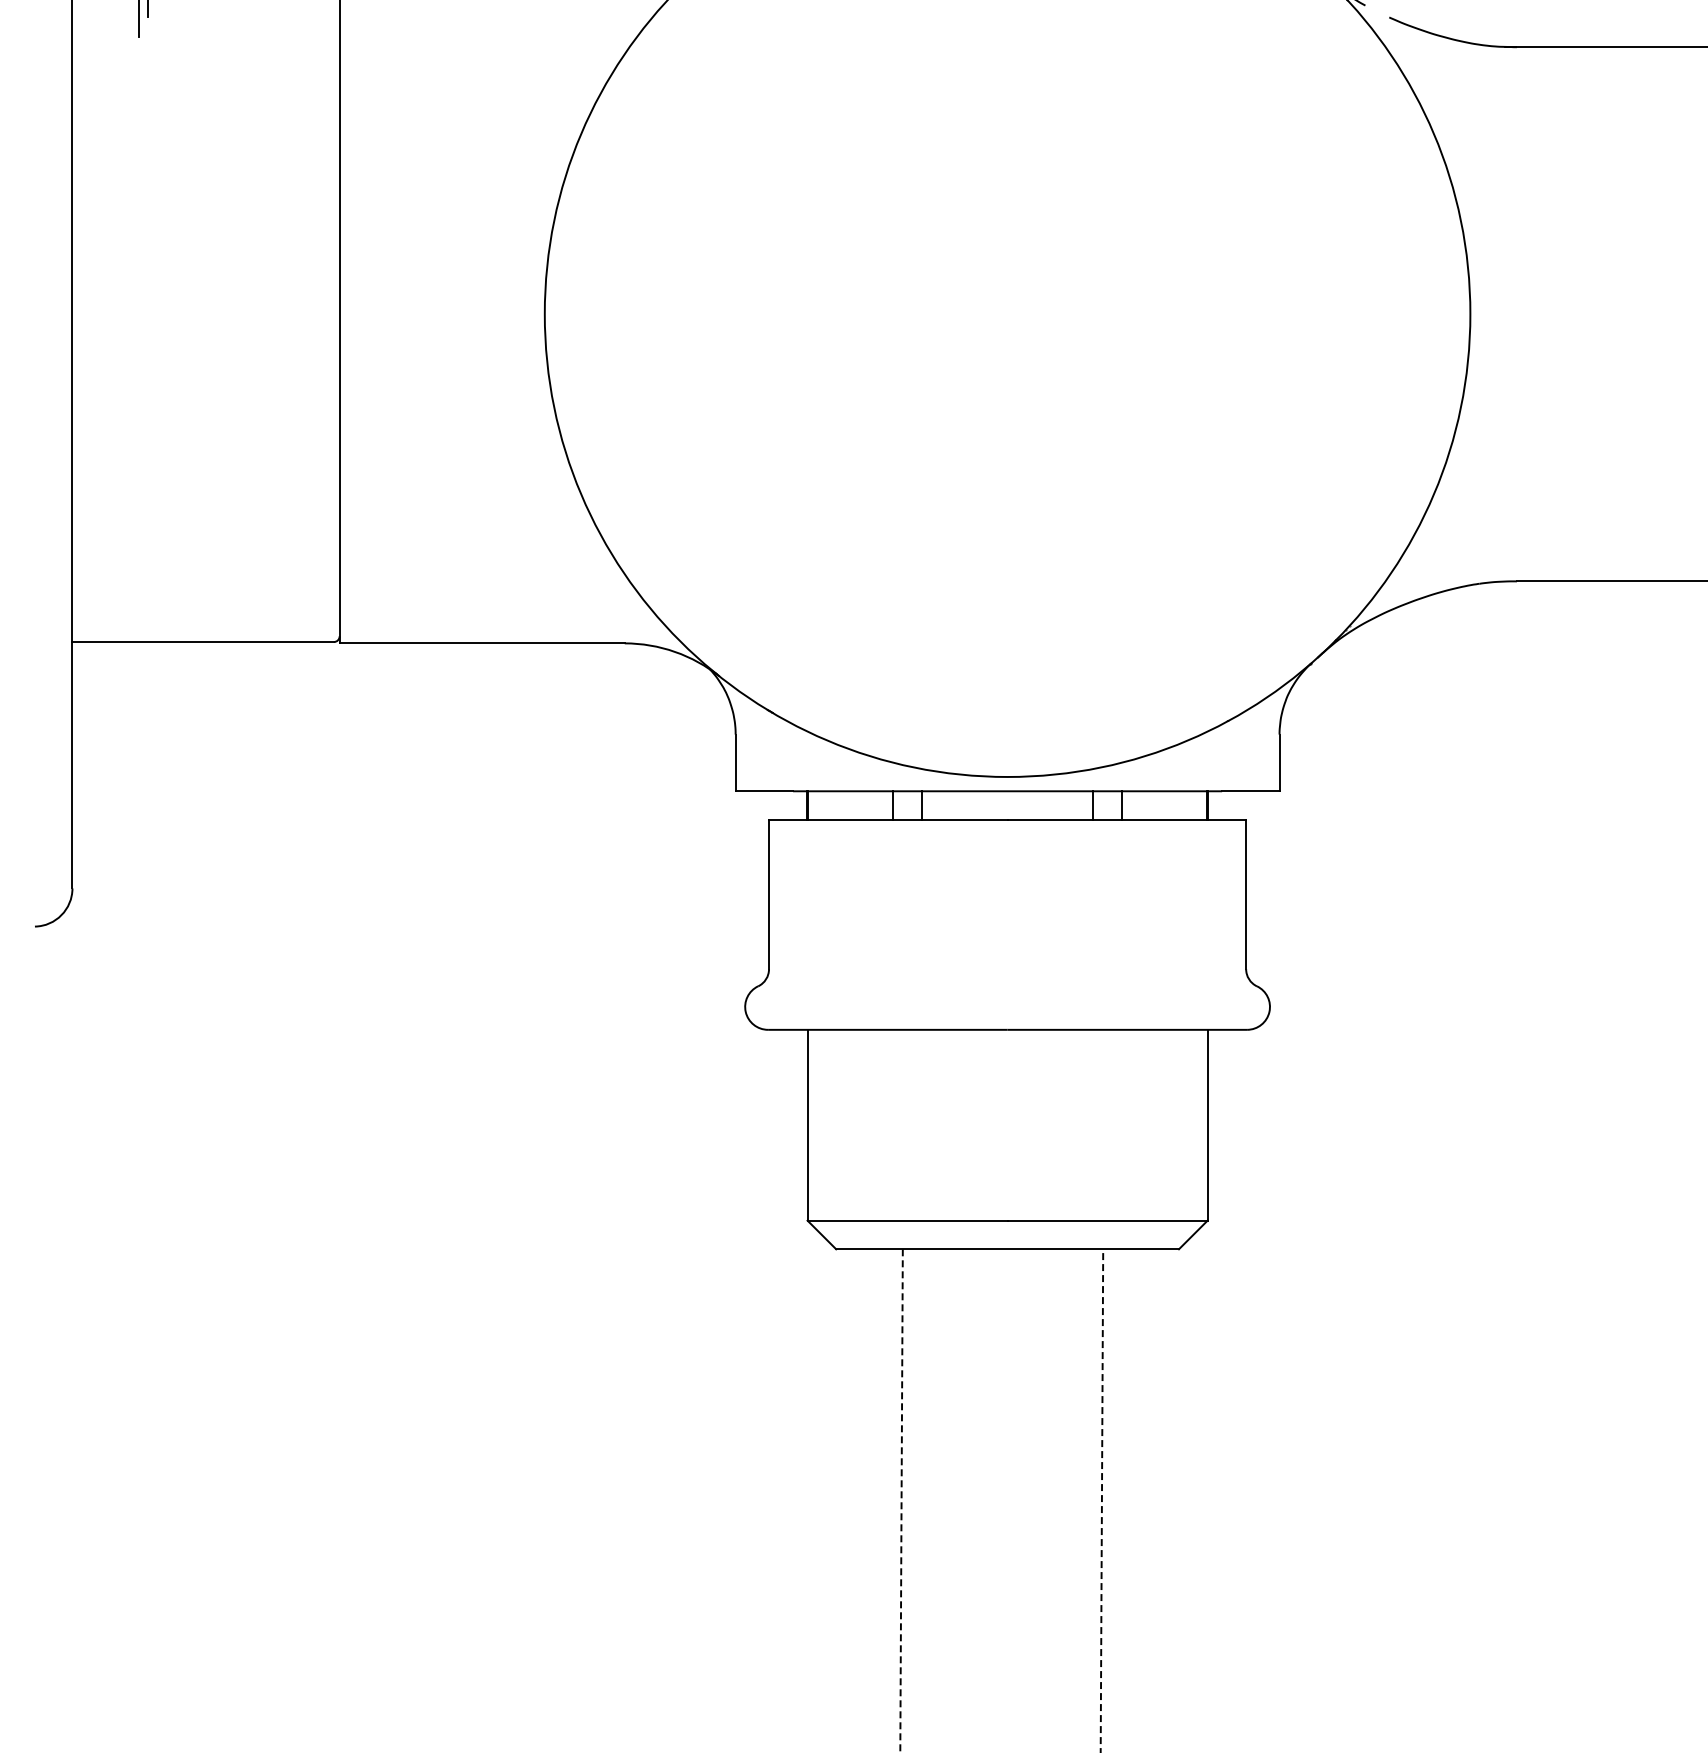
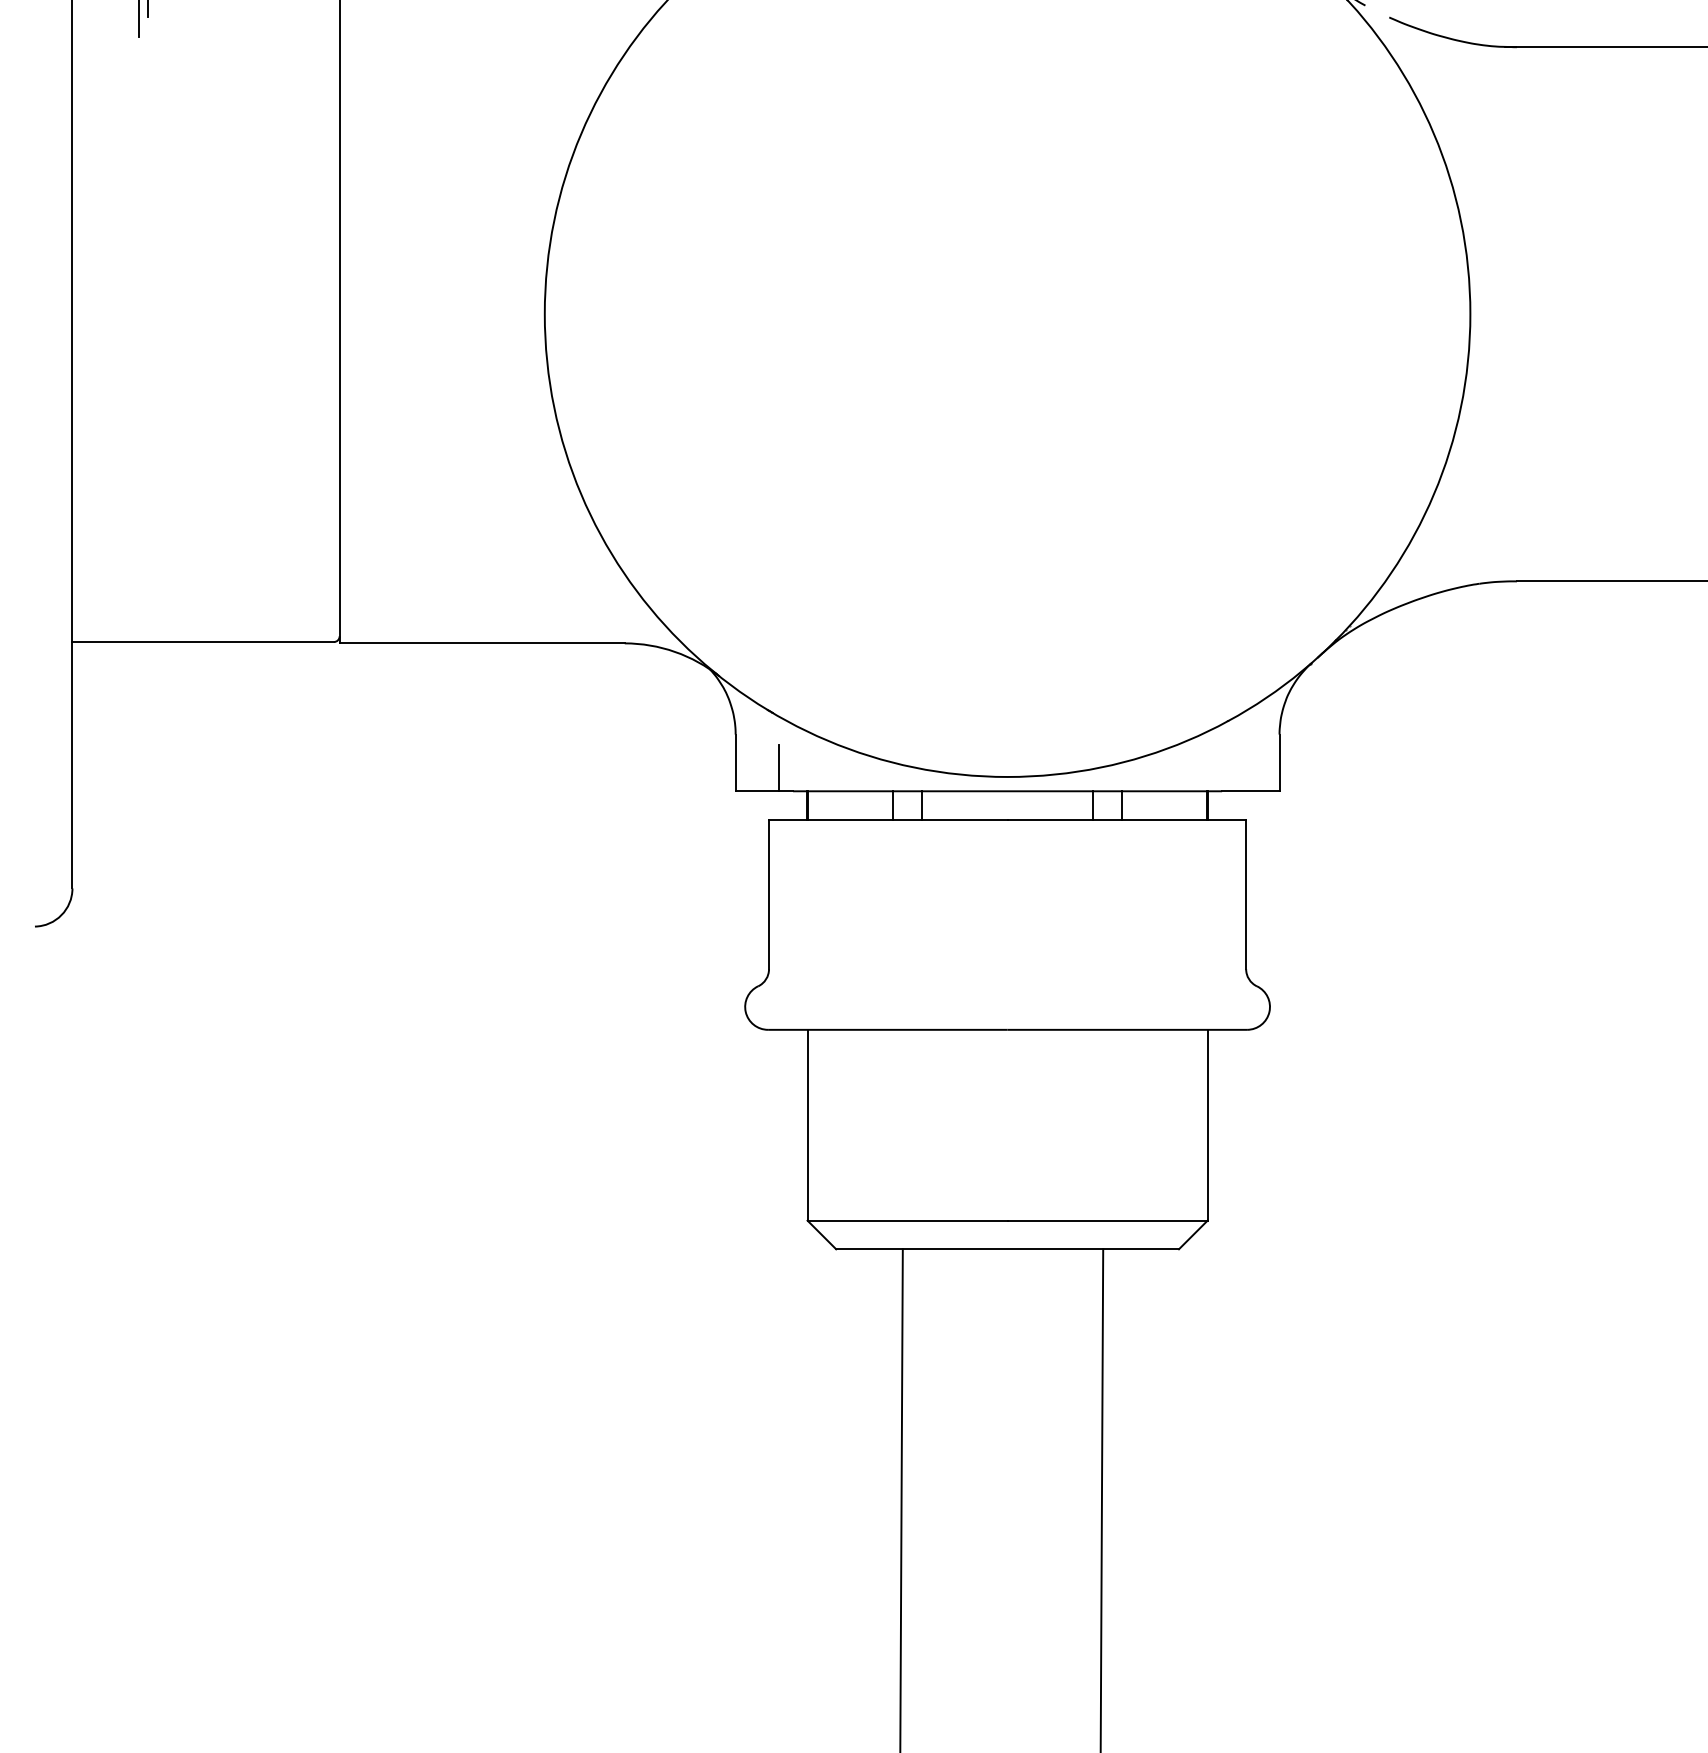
line at (778, 768): none -> present
line at (1101, 1500): dashed -> solid
line at (901, 1501): dashed -> solid
